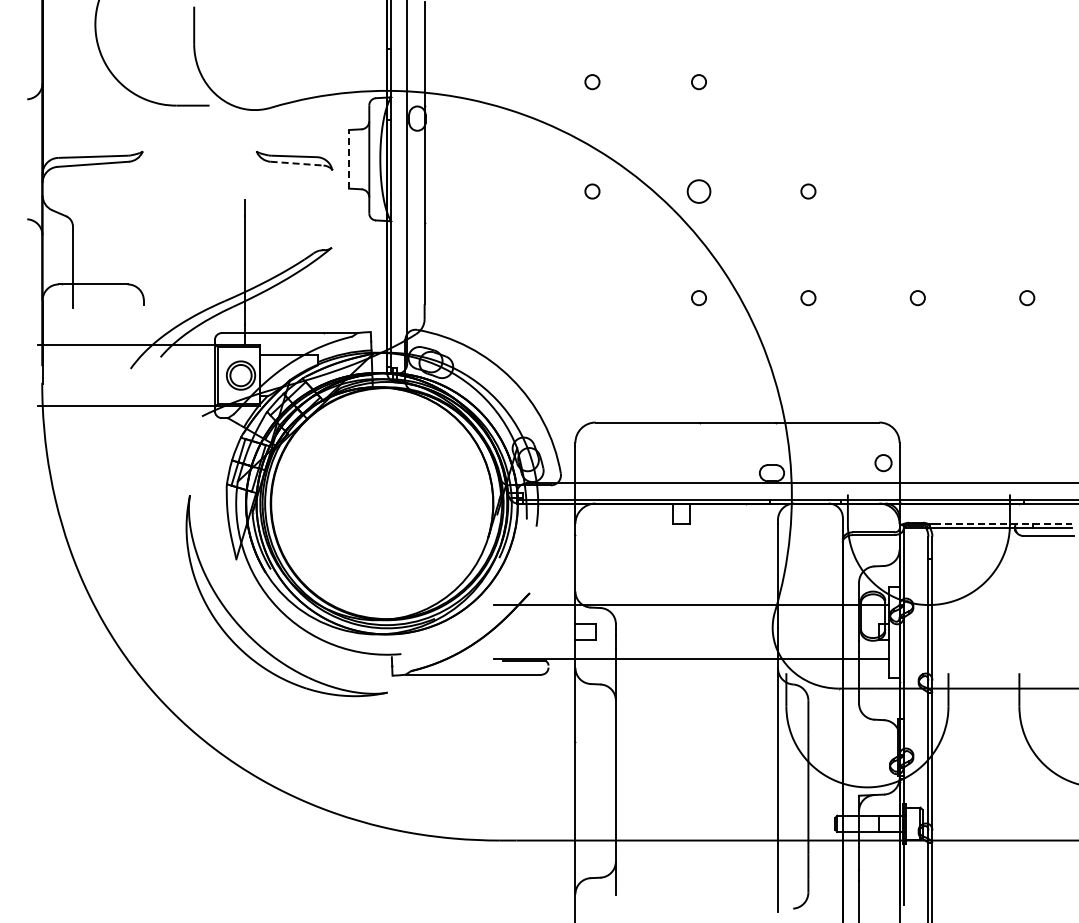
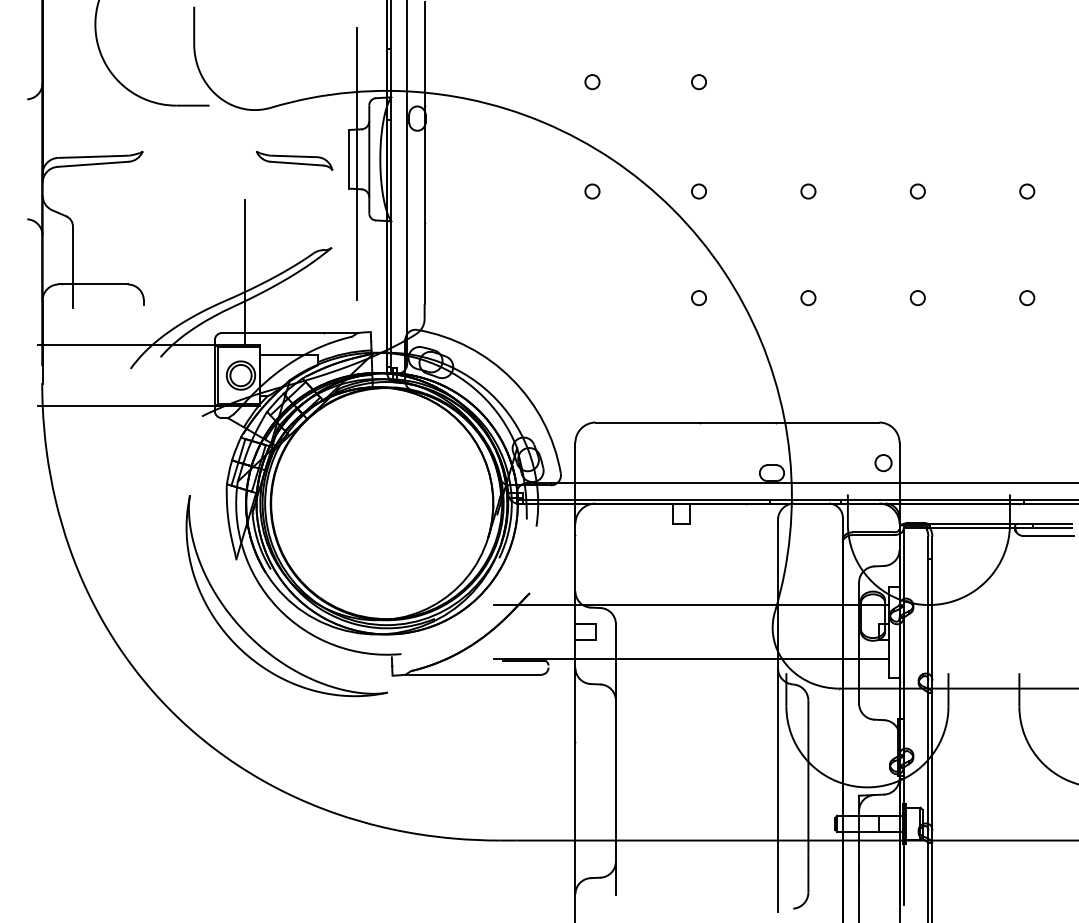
line at (349, 158): dashed -> solid
line at (297, 163): dashed -> solid
line at (356, 163): none -> present
circle at (698, 191) size: 26x25 px -> 16x17 px
circle at (917, 191): none -> present
circle at (1027, 191): none -> present
line at (1003, 523): dashed -> solid
